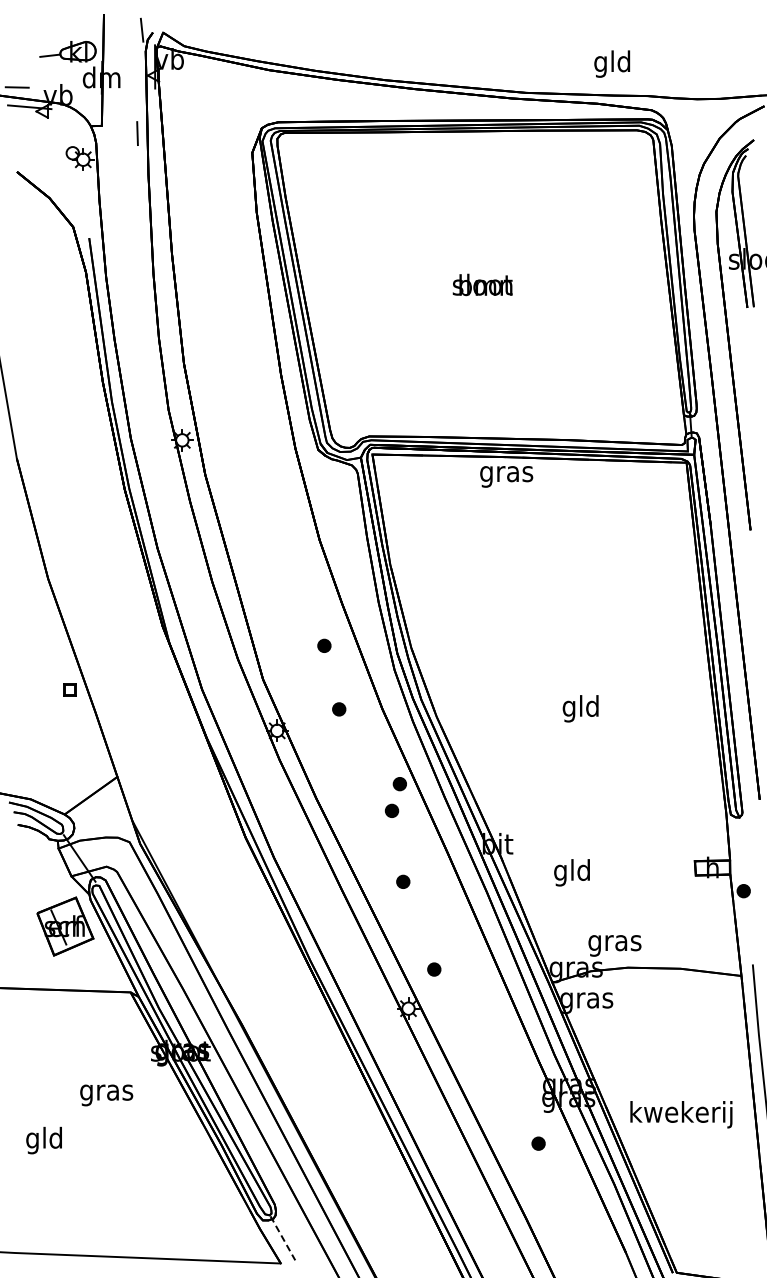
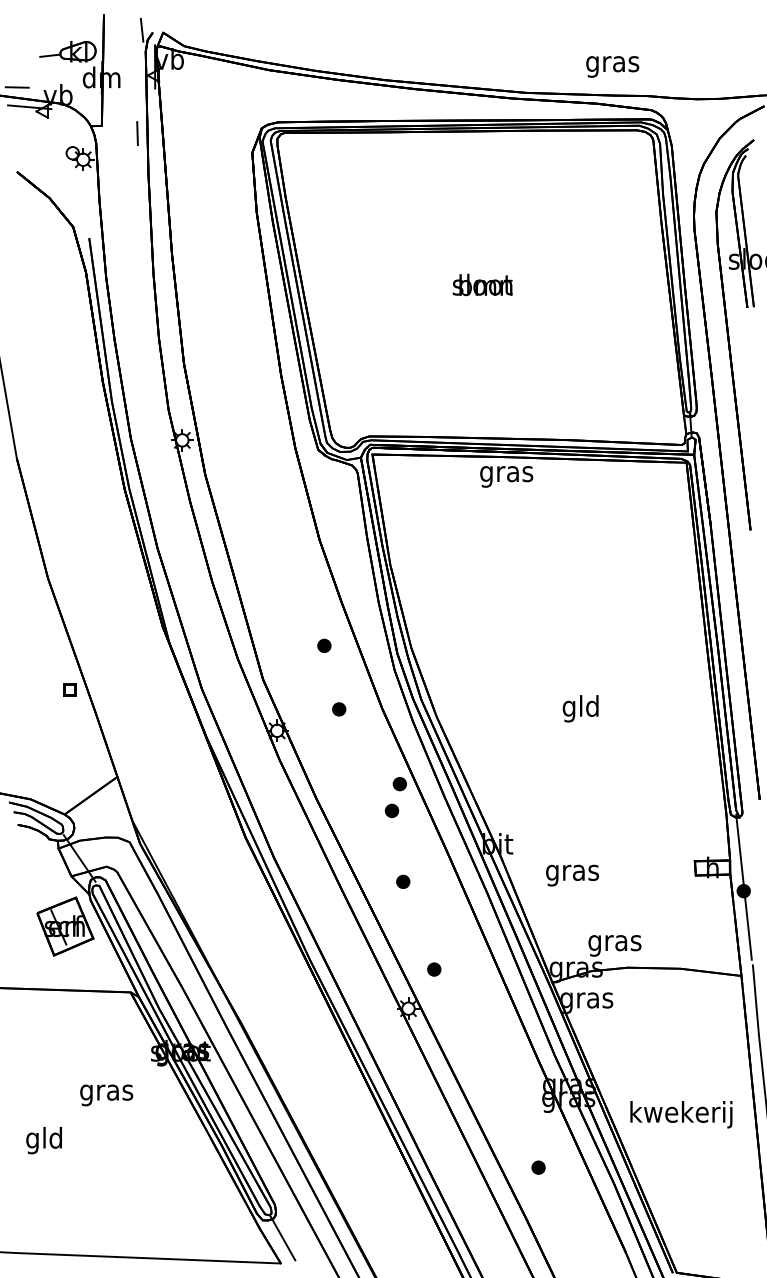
text at (612, 63): gld -> gras
text at (572, 872): gld -> gras
line at (743, 886): none -> present
part at (538, 1143) position: (538, 1143) -> (538, 1167)
line at (283, 1238): dashed -> solid
